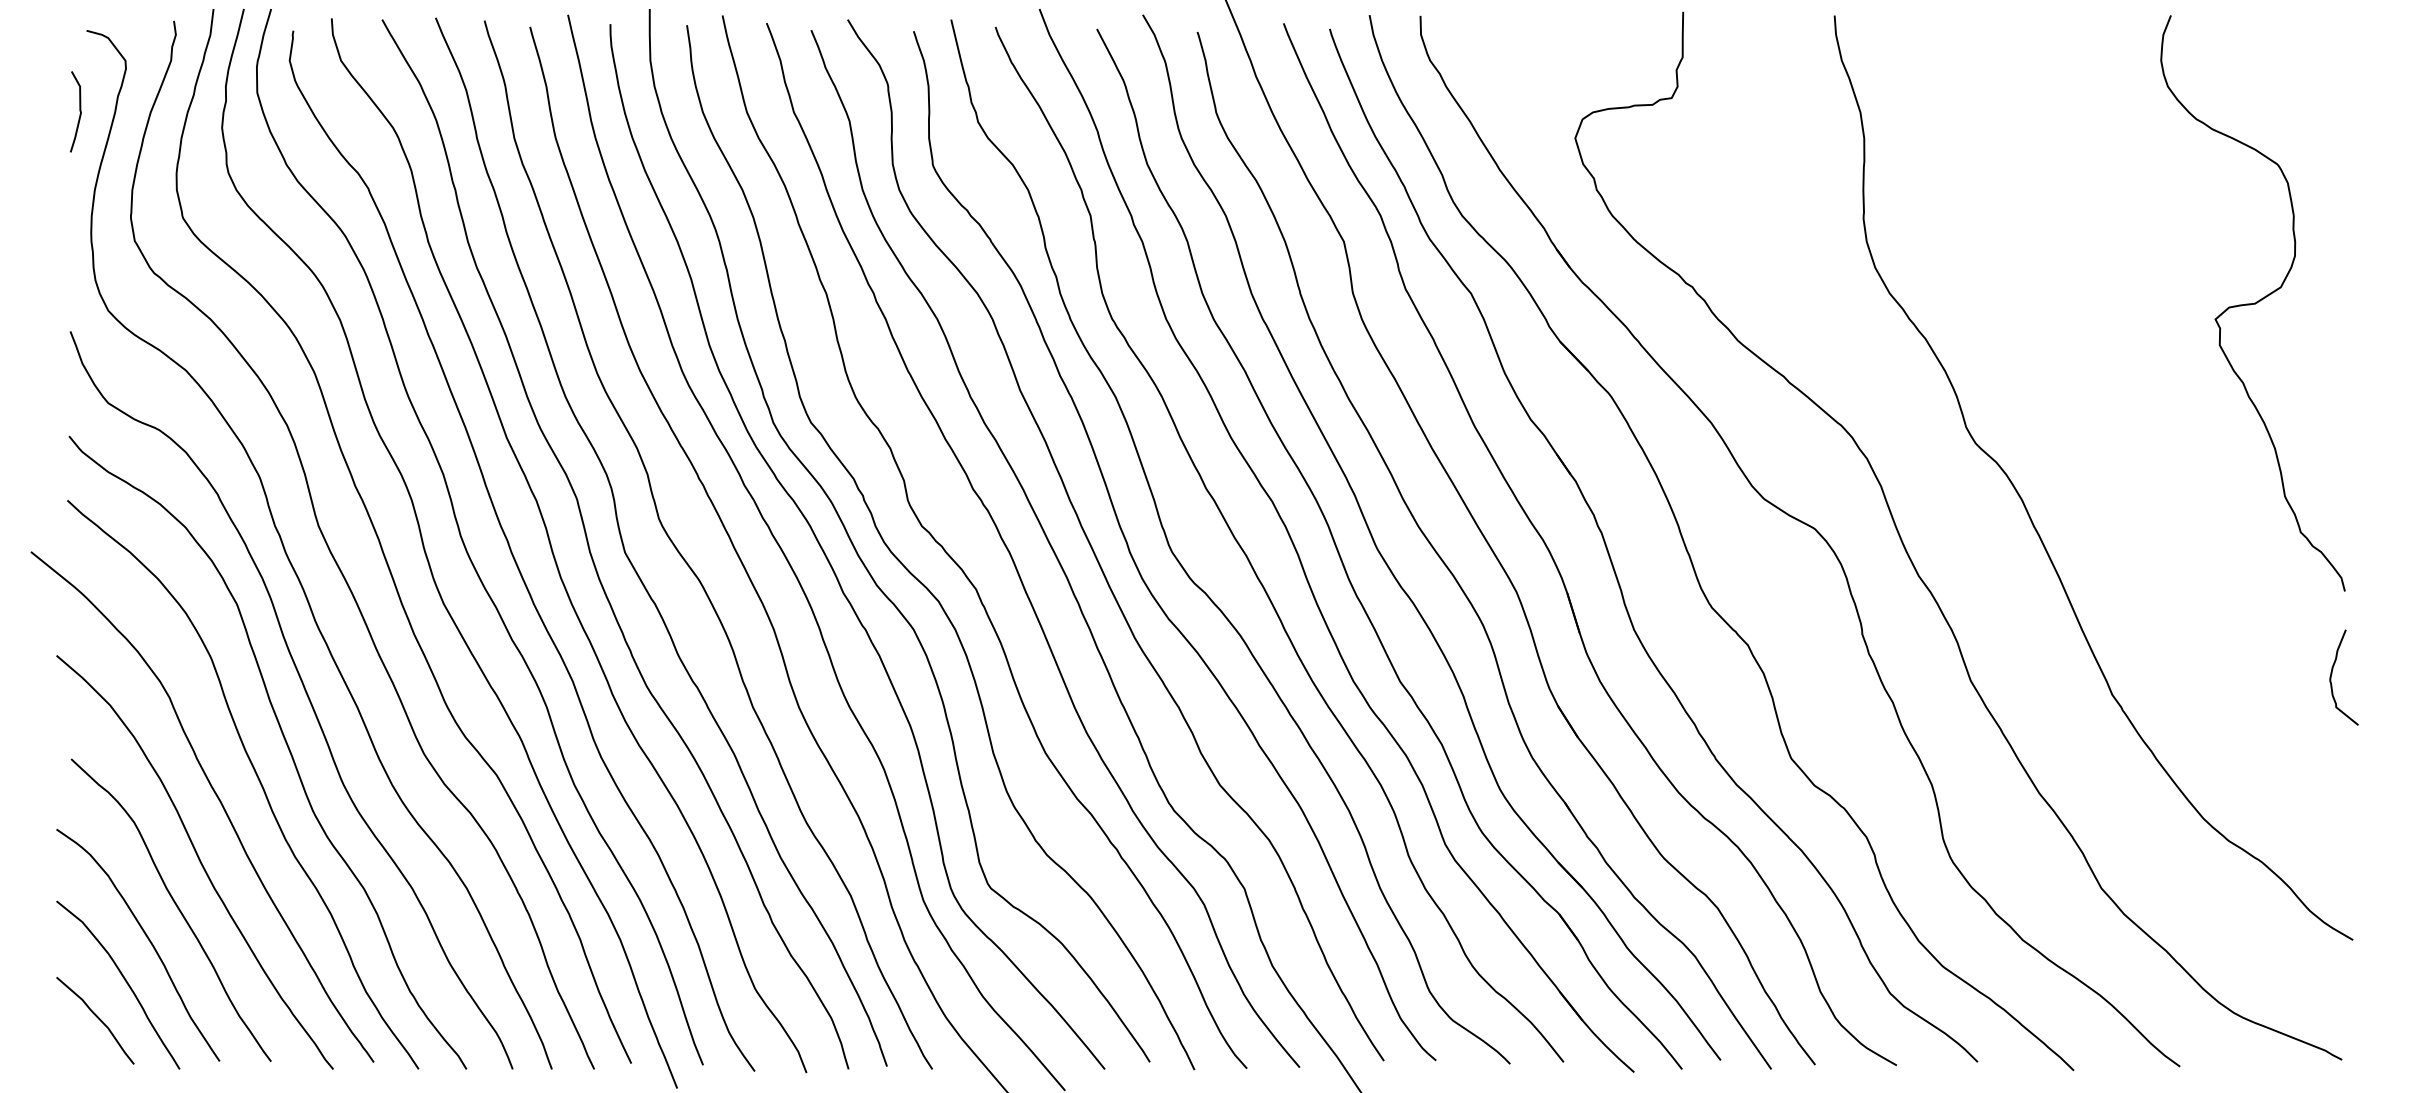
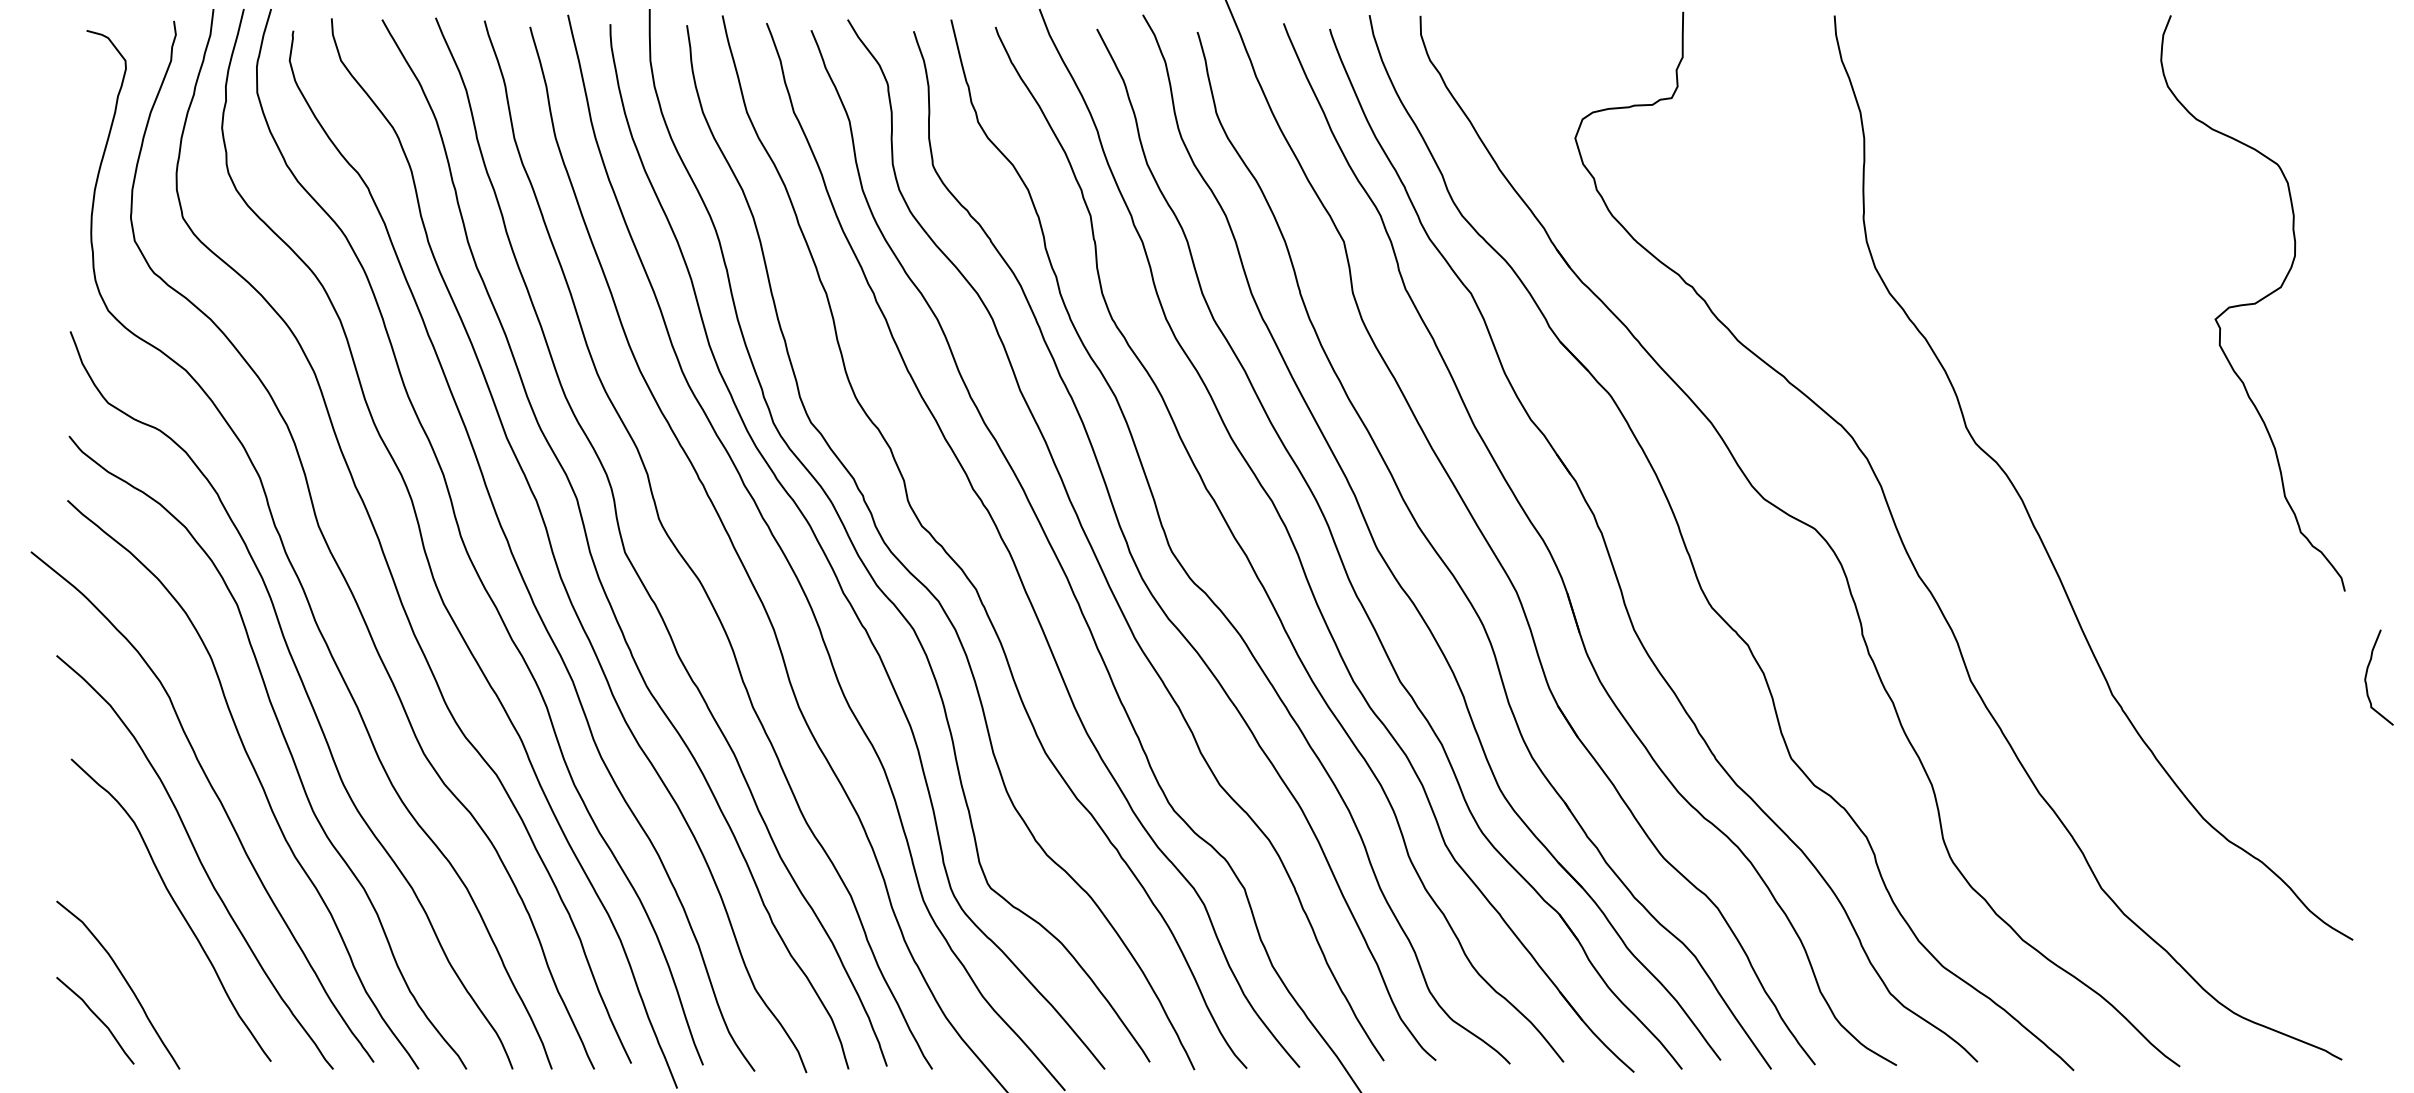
curve at (79, 111): present -> none
curve at (2332, 674) position: (2332, 674) -> (2367, 674)
curve at (146, 937): present -> none
